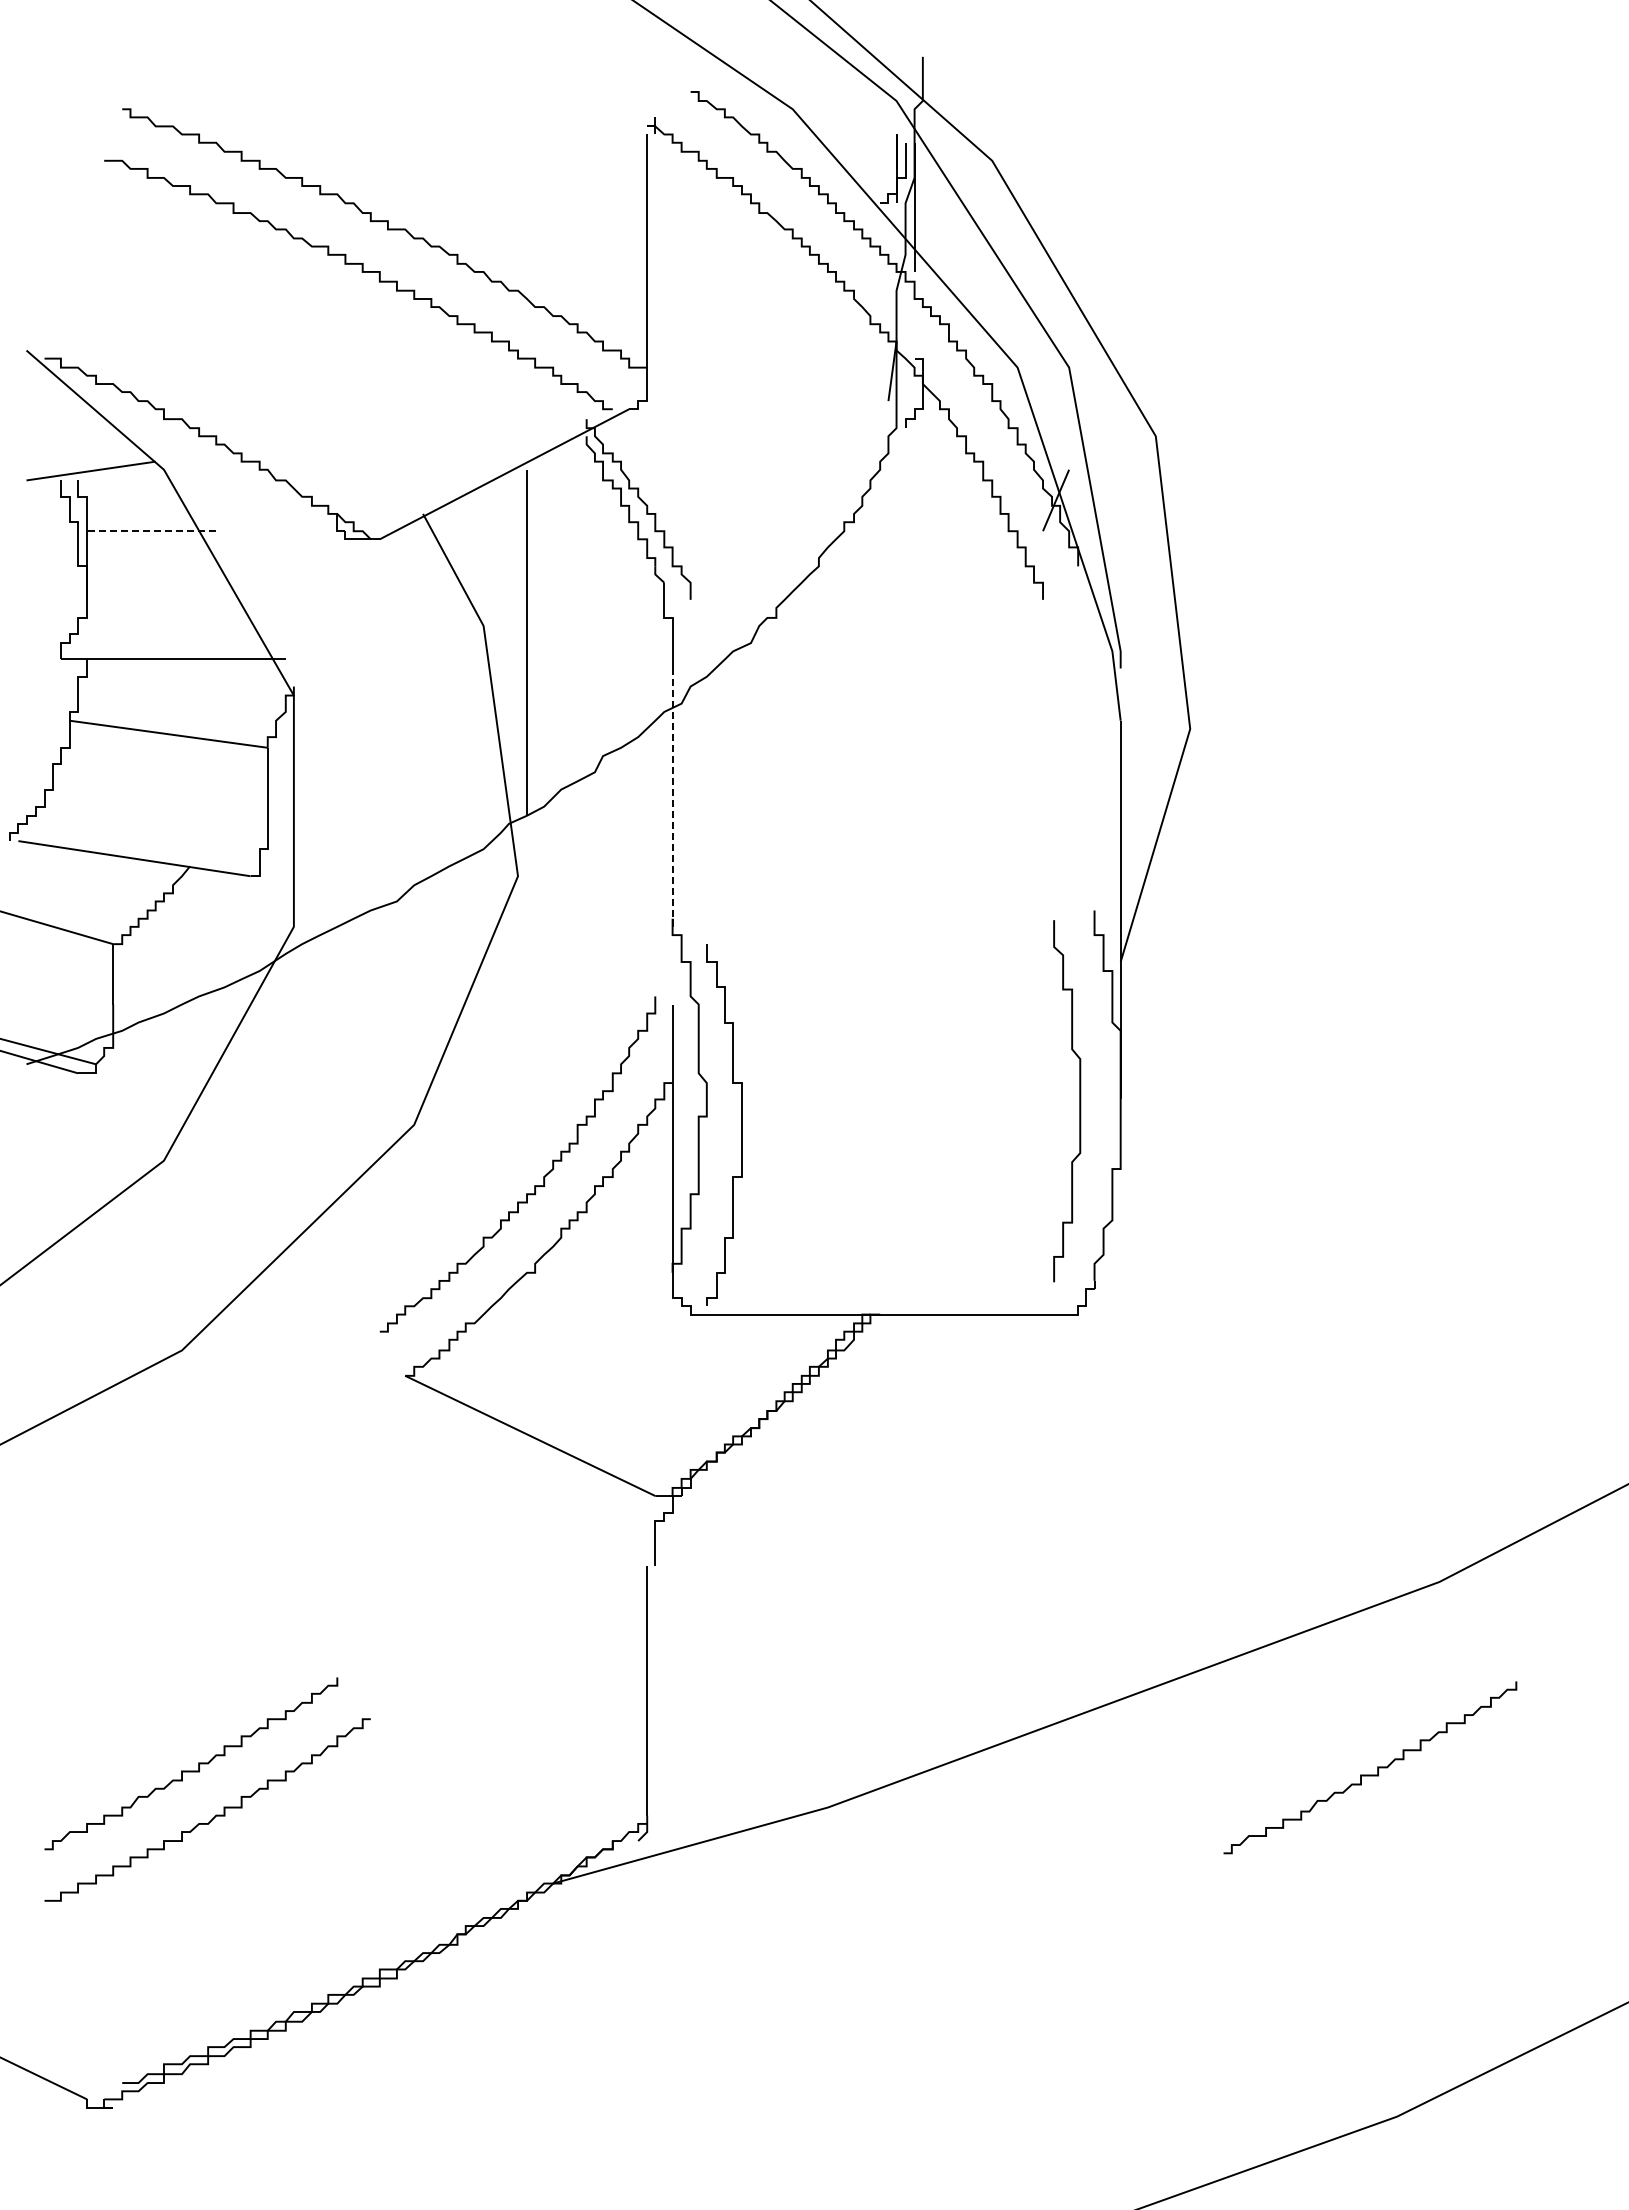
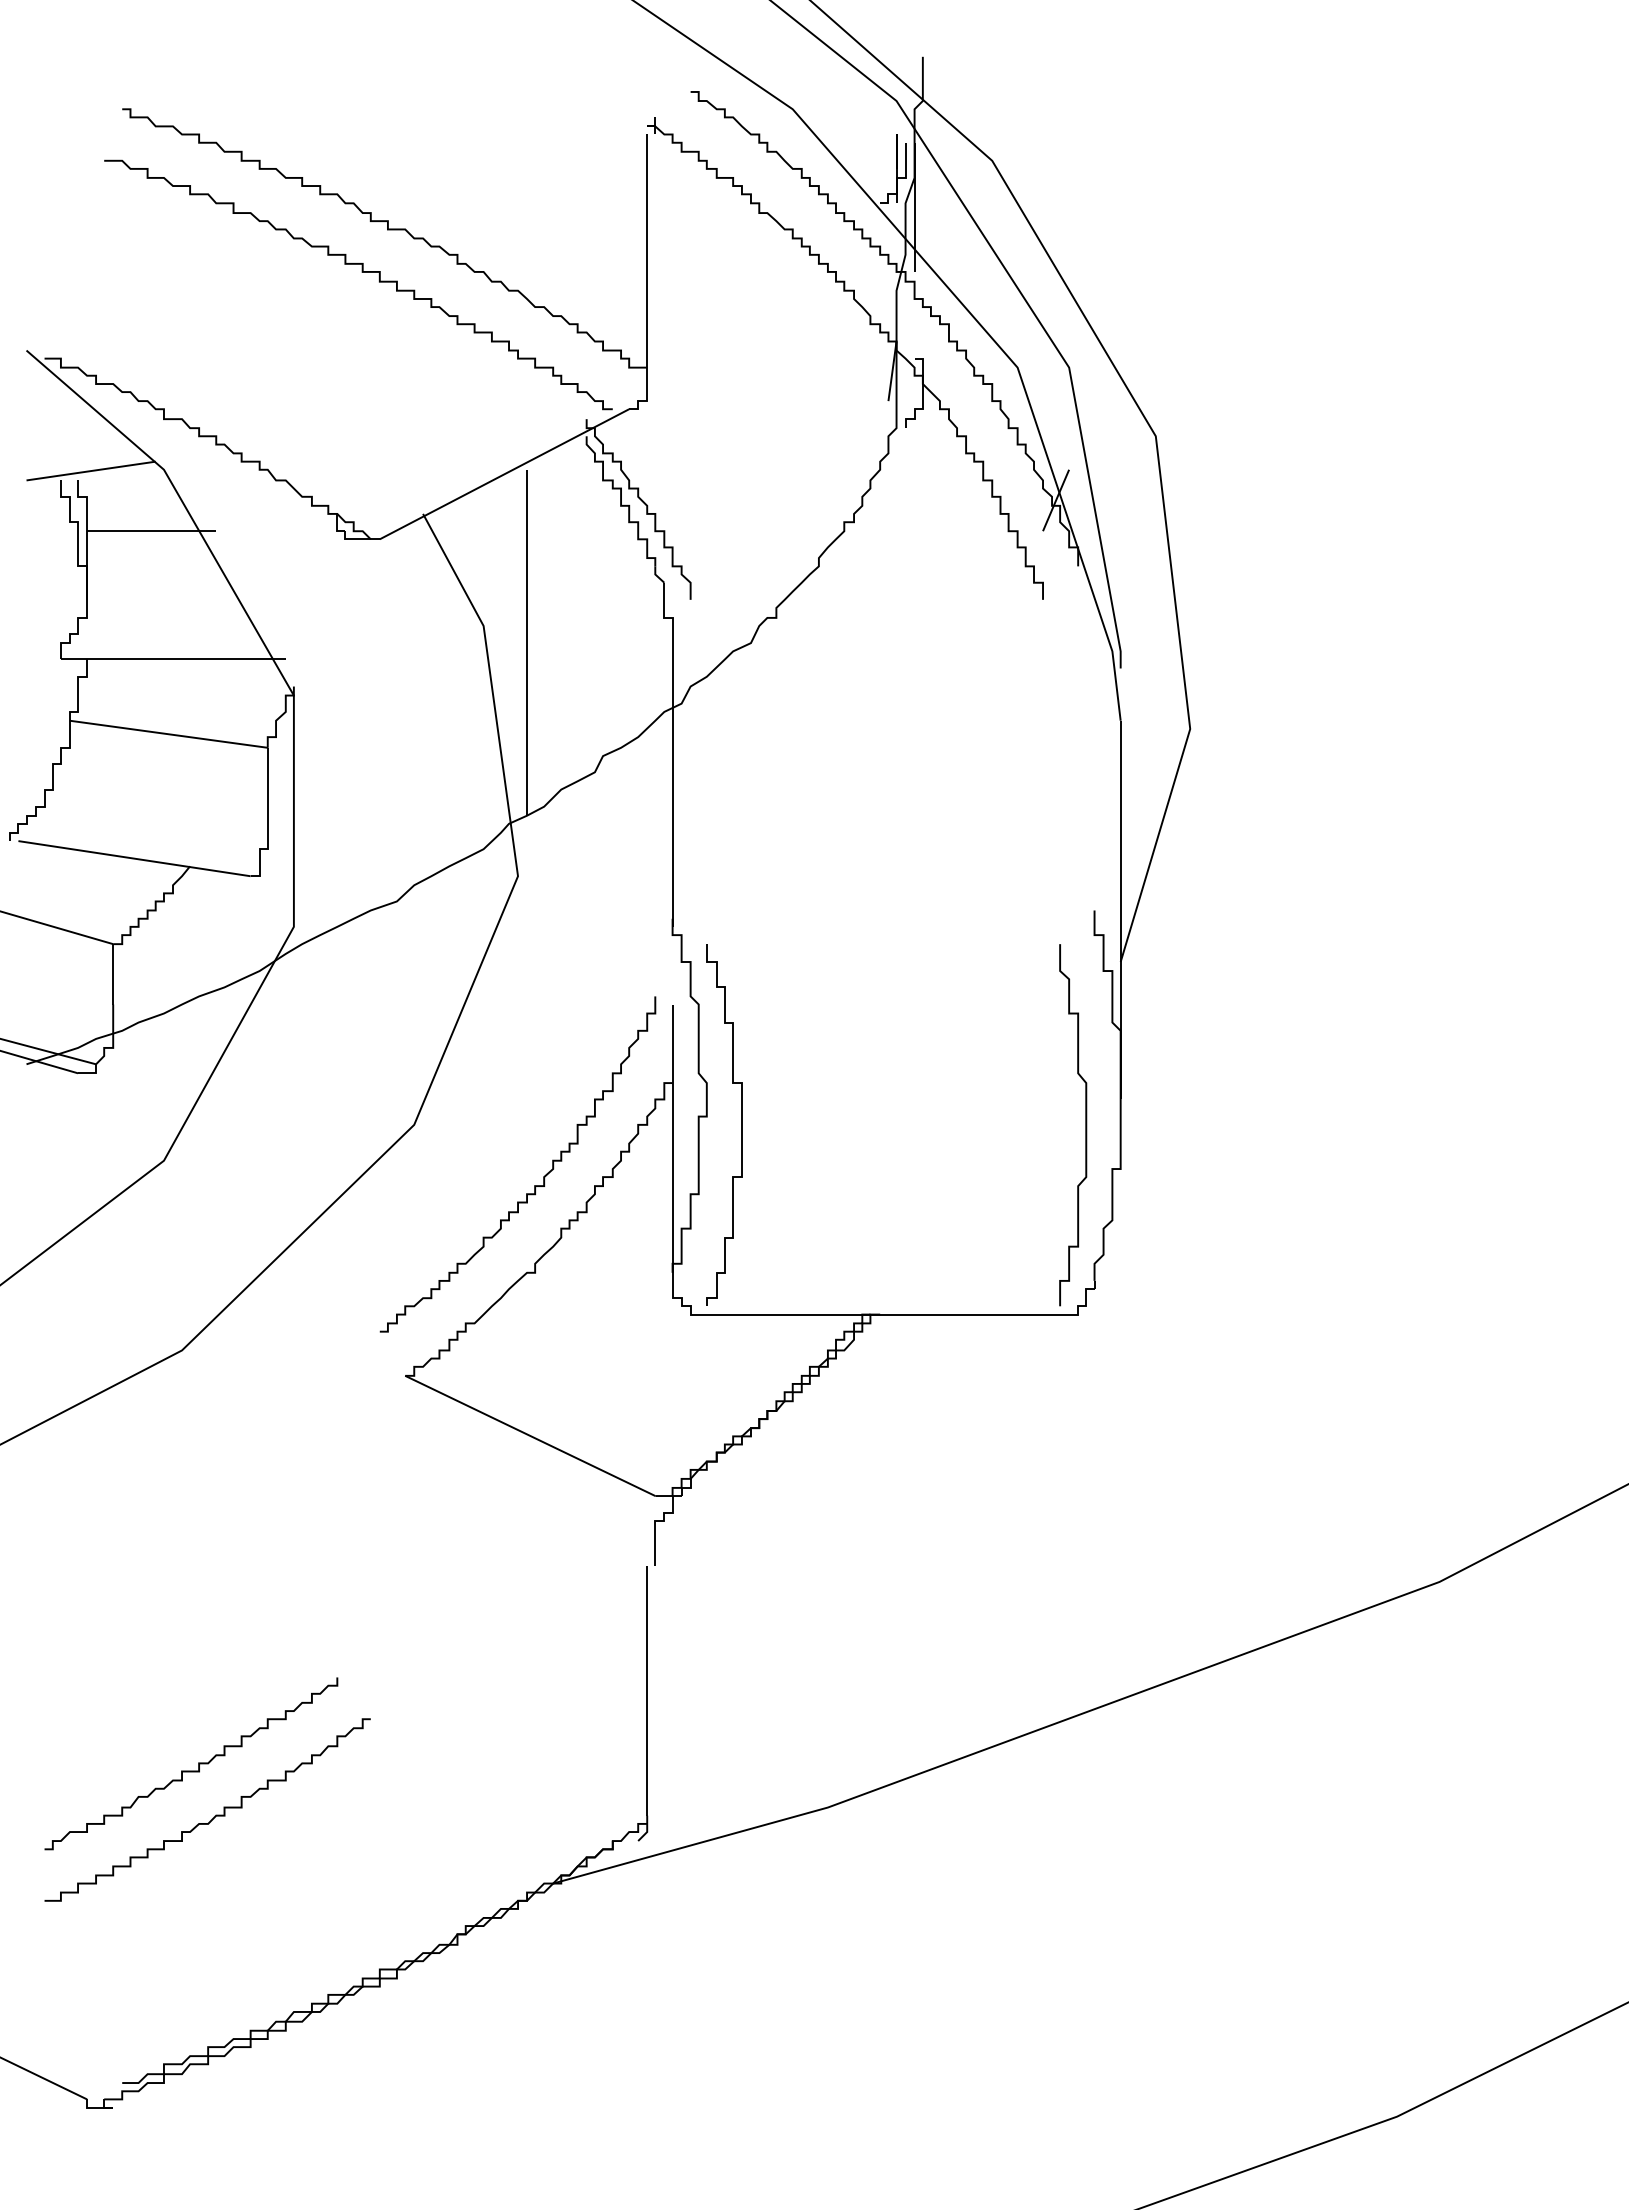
line at (151, 531): dashed -> solid
line at (672, 794): dashed -> solid
curve at (1079, 1101) position: (1079, 1101) -> (1085, 1125)
curve at (1377, 1767): present -> none
